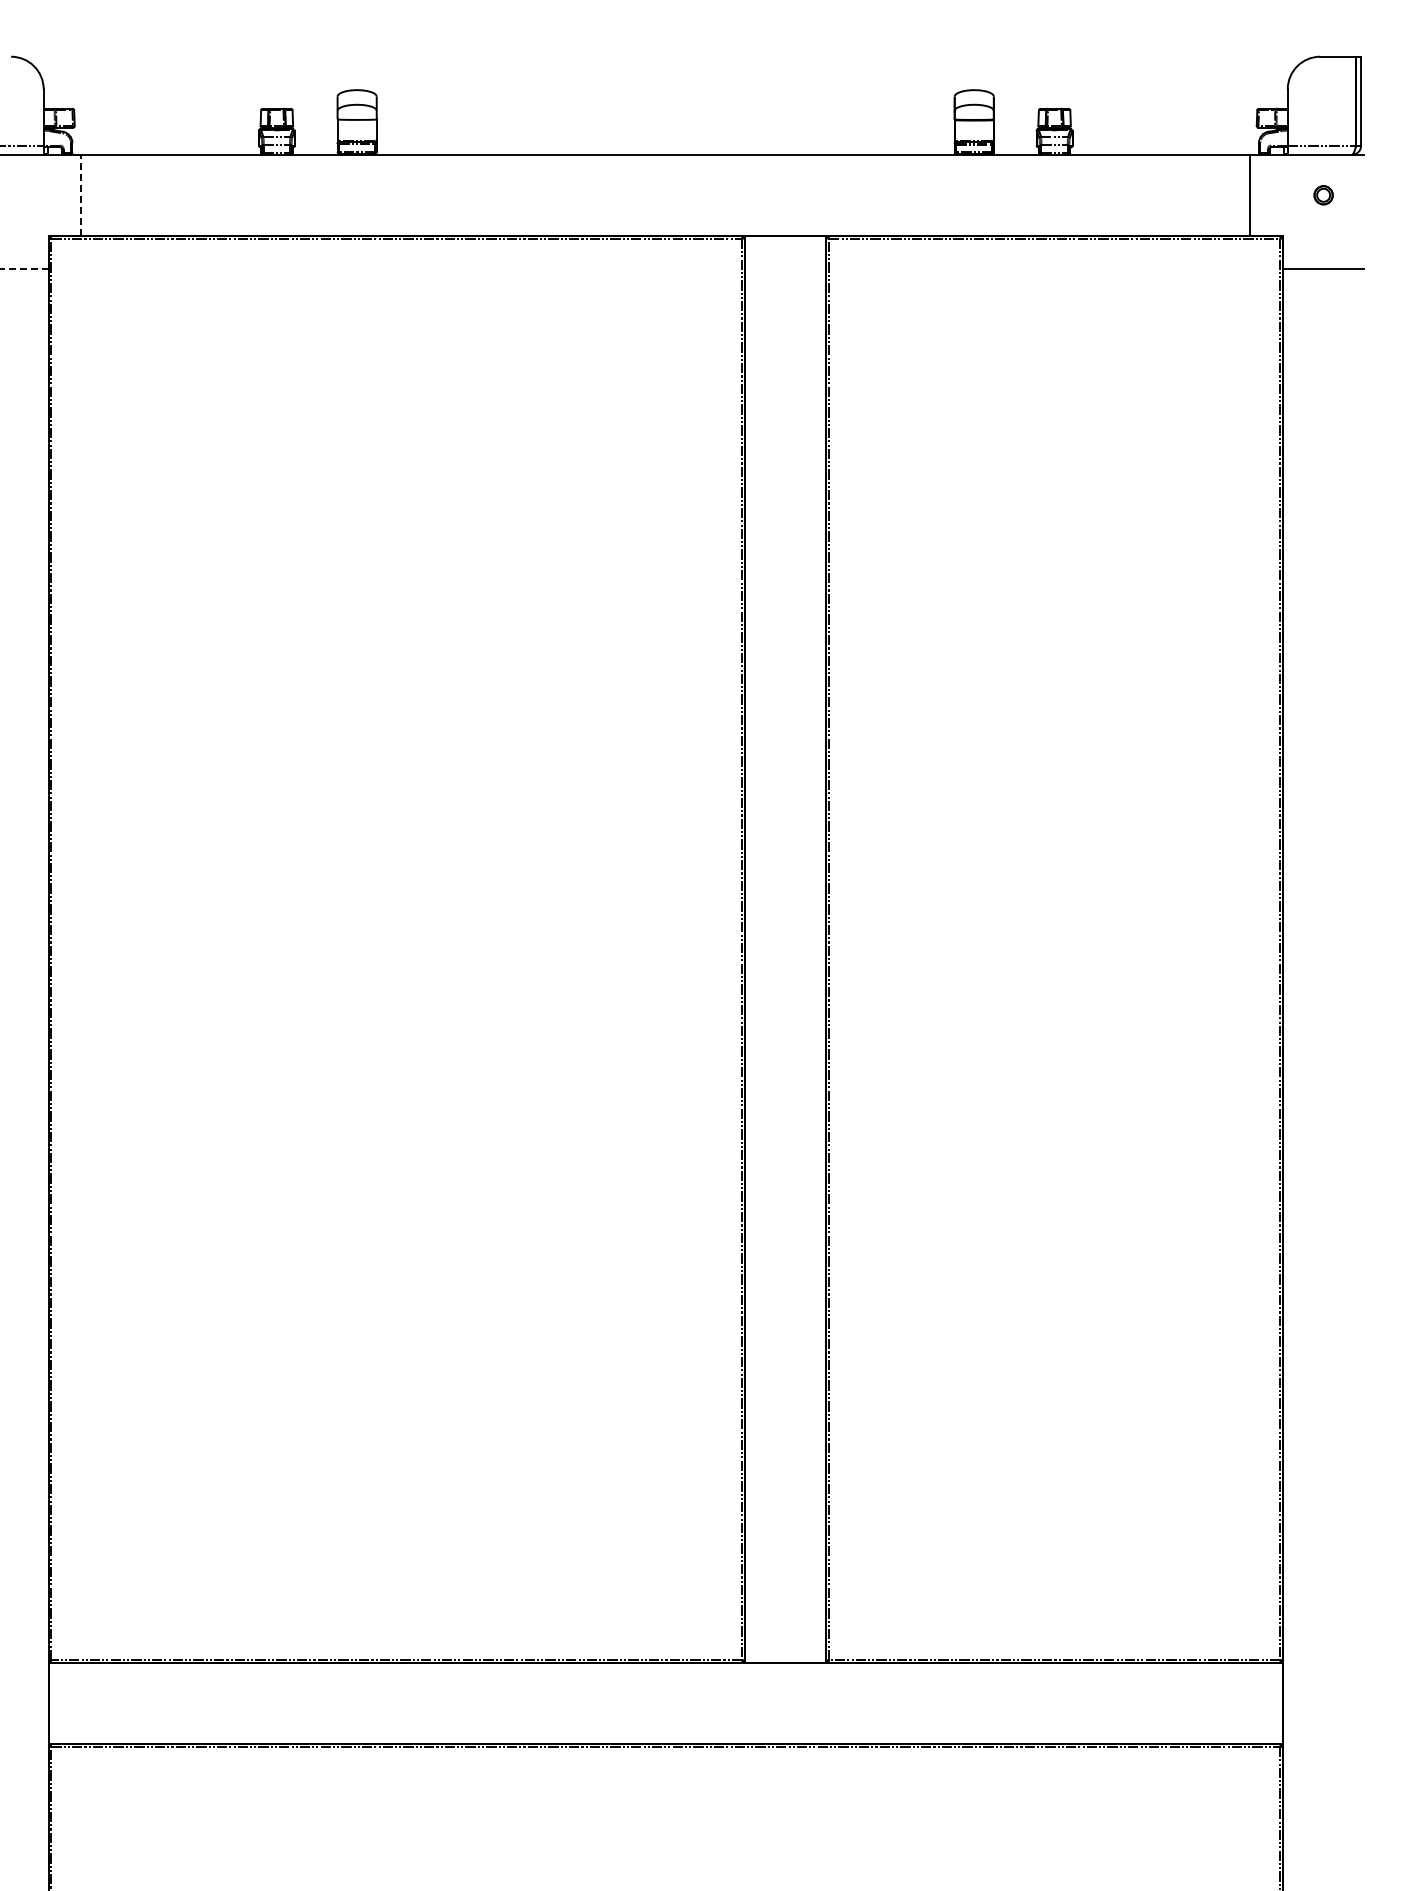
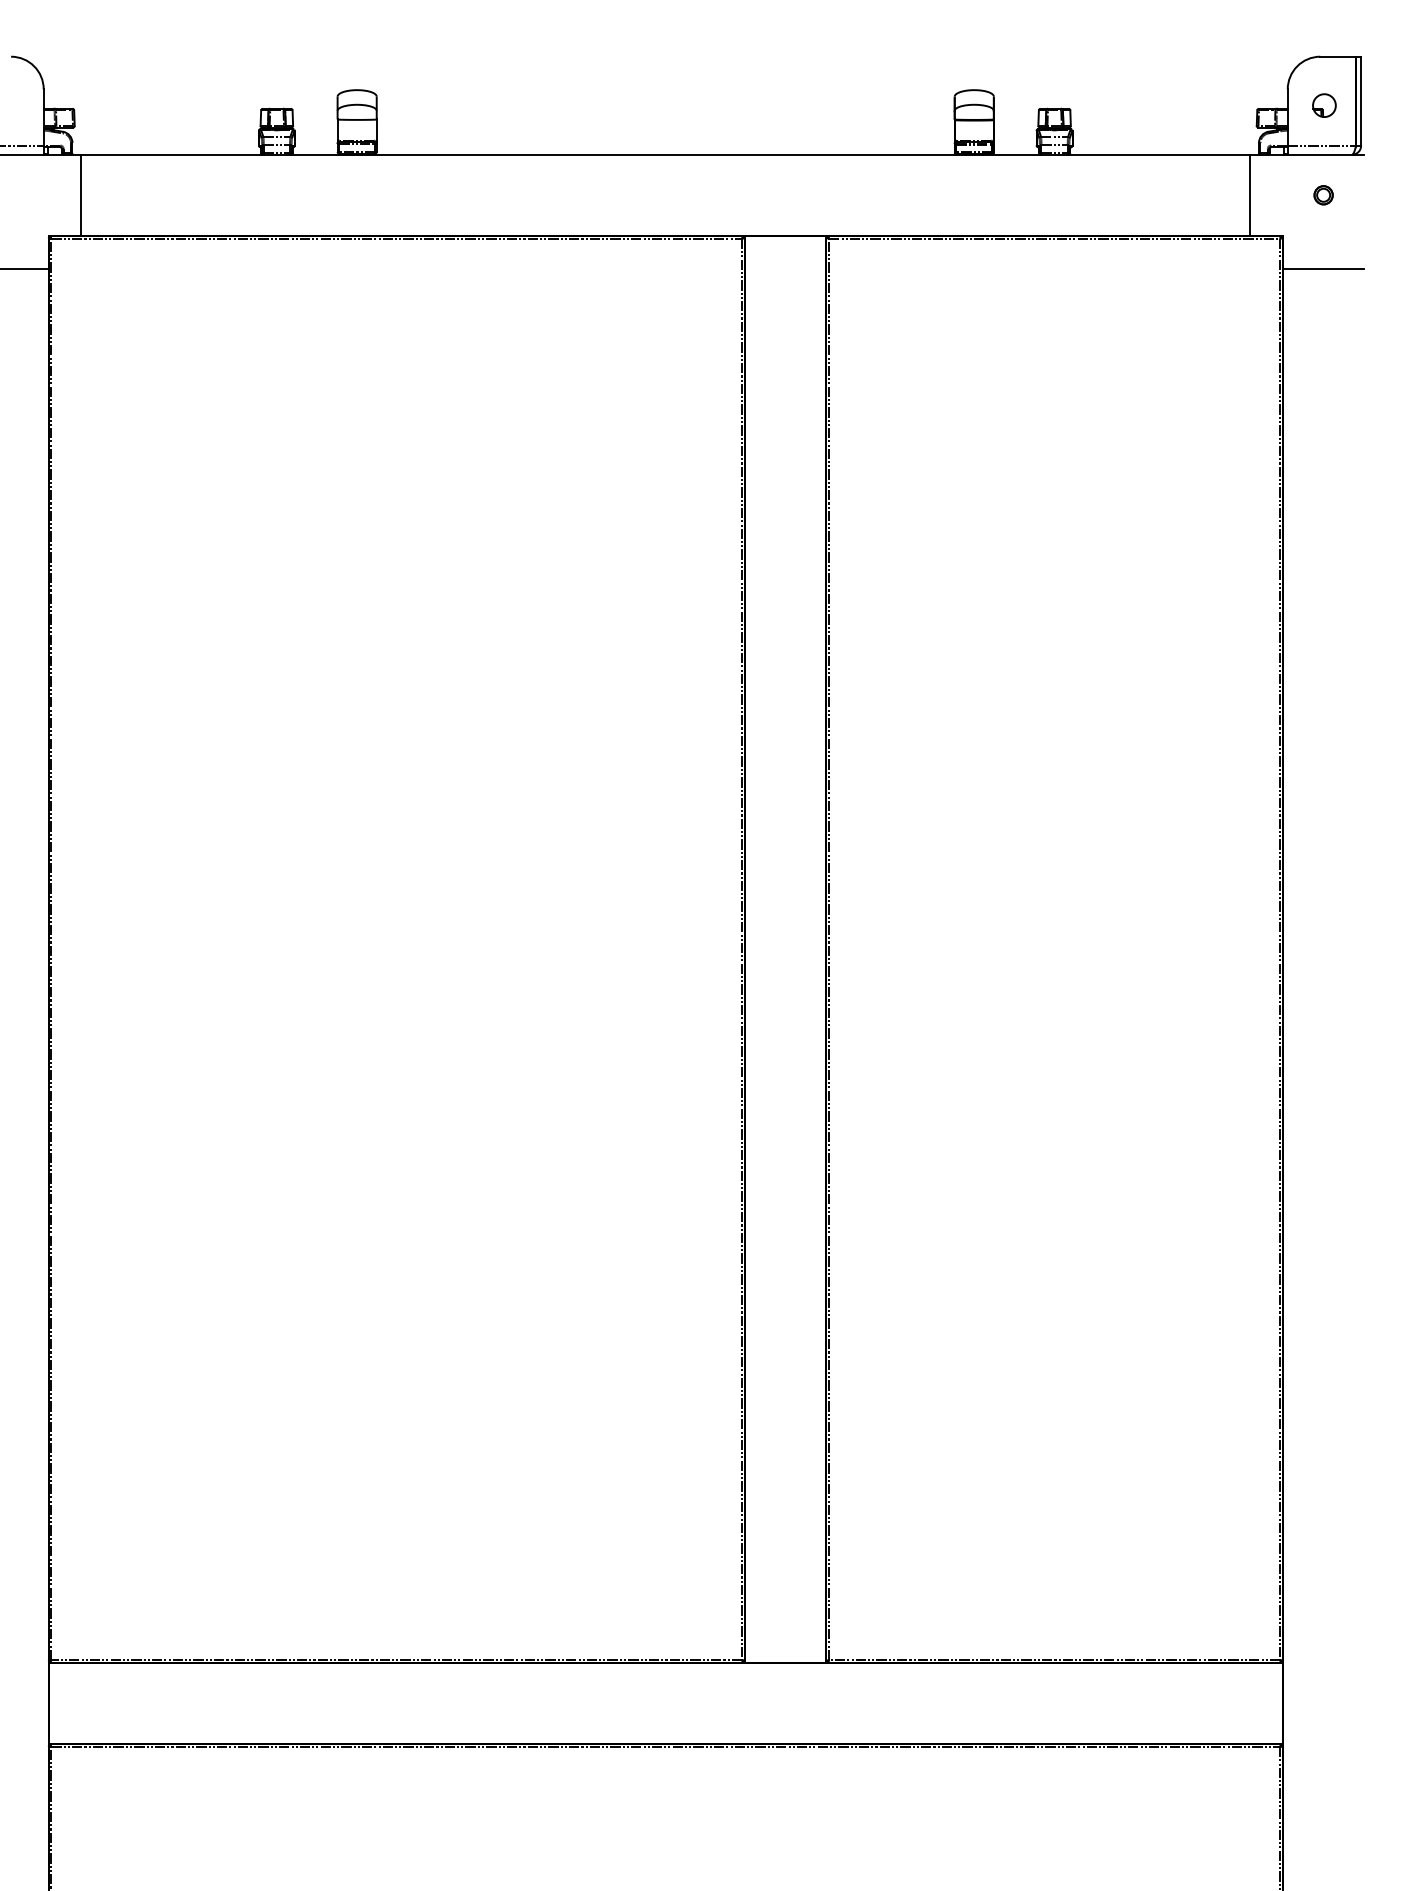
part at (1324, 105): none -> present
line at (81, 195): dashed -> solid
line at (24, 268): dashed -> solid
